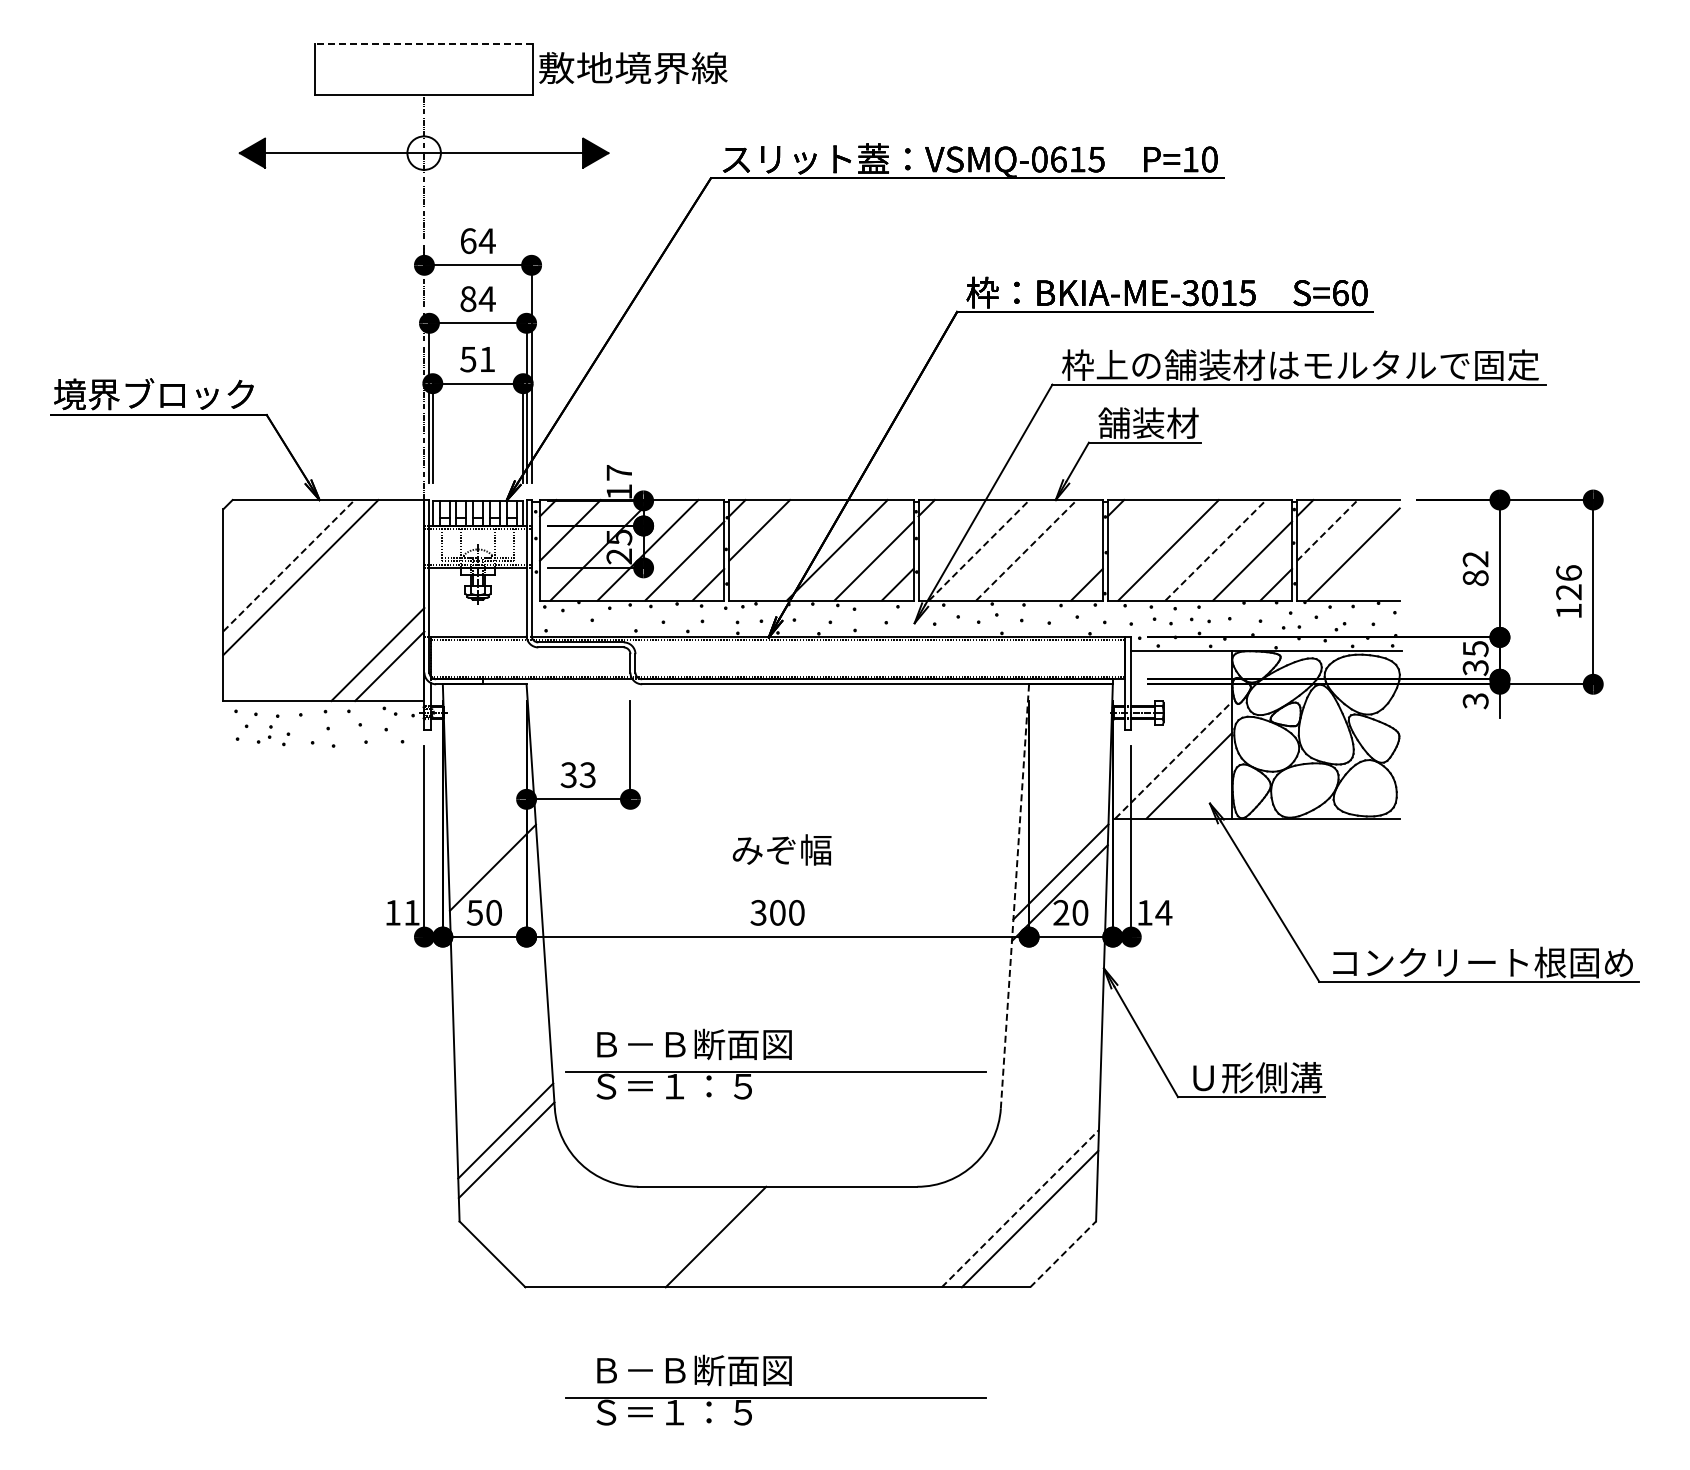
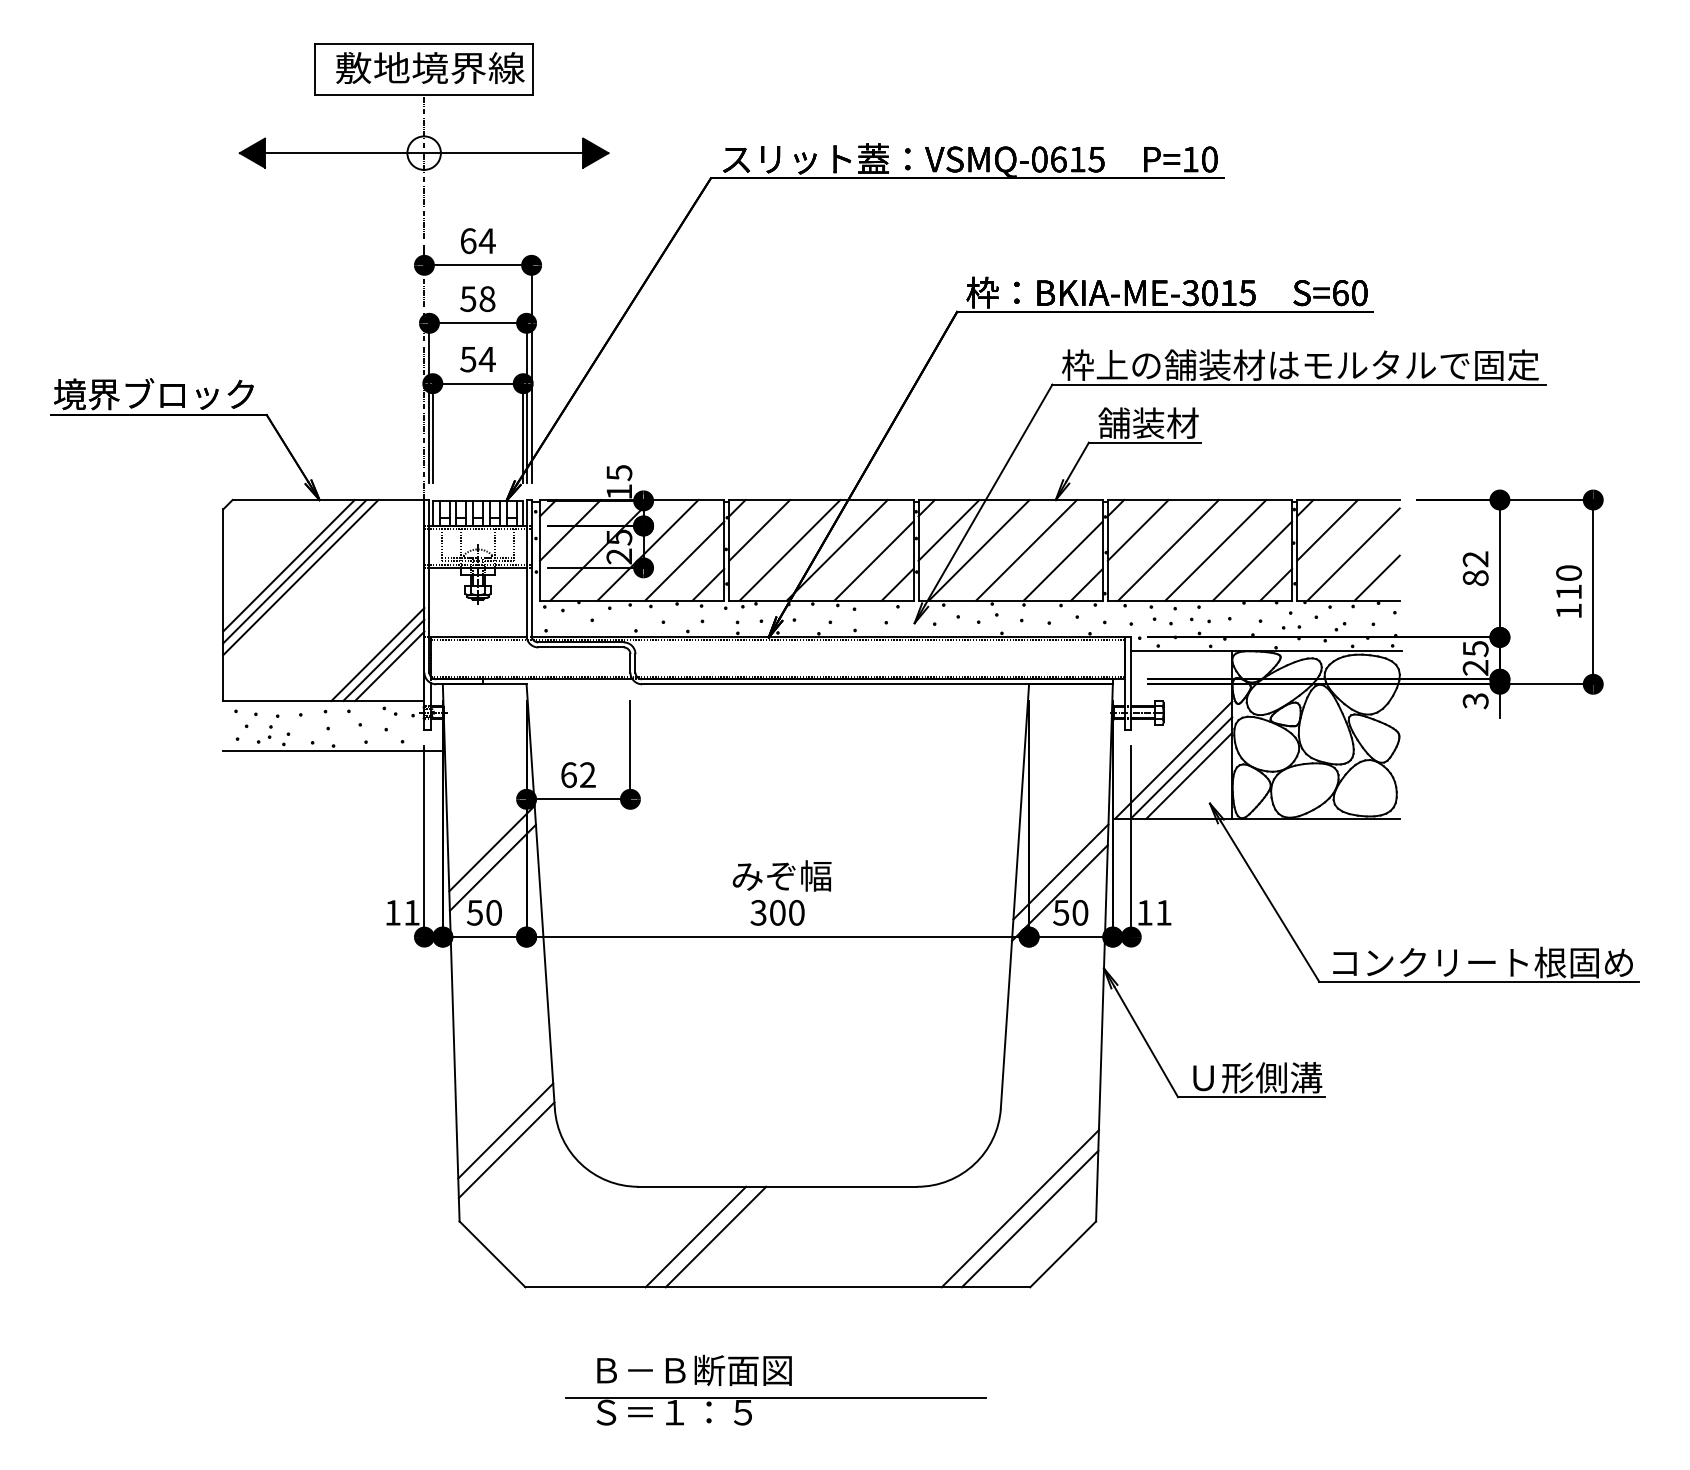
line at (424, 44): dashed -> solid
text at (633, 67) position: (633, 67) -> (430, 67)
text at (477, 299): 84 -> 58
text at (486, 359): 51 -> 54
text at (619, 473): 17 -> 15
line at (948, 530): none -> present
line at (1137, 530): none -> present
line at (1327, 530): dashed -> solid
line at (979, 549): dashed -> solid
line at (1026, 549): dashed -> solid
line at (1216, 549): dashed -> solid
line at (789, 550): none -> present
line at (1062, 560): none -> present
line at (289, 565): dashed -> solid
line at (294, 571): none -> present
line at (1376, 577): none -> present
text at (1568, 582): 126 -> 110
line at (383, 660): none -> present
text at (1475, 668): 35 -> 25
line at (332, 751): none -> present
line at (1173, 760): dashed -> solid
line at (1181, 767): none -> present
text at (577, 775): 33 -> 62
line at (491, 848): none -> present
text at (781, 849) position: (781, 849) -> (781, 875)
line at (1014, 896): dashed -> solid
text at (1061, 912): 20 -> 50
text at (1163, 912): 14 -> 11
part at (775, 1063): present -> none
line at (1020, 1208): dashed -> solid
line at (695, 1236): none -> present
line at (1063, 1254): dashed -> solid
